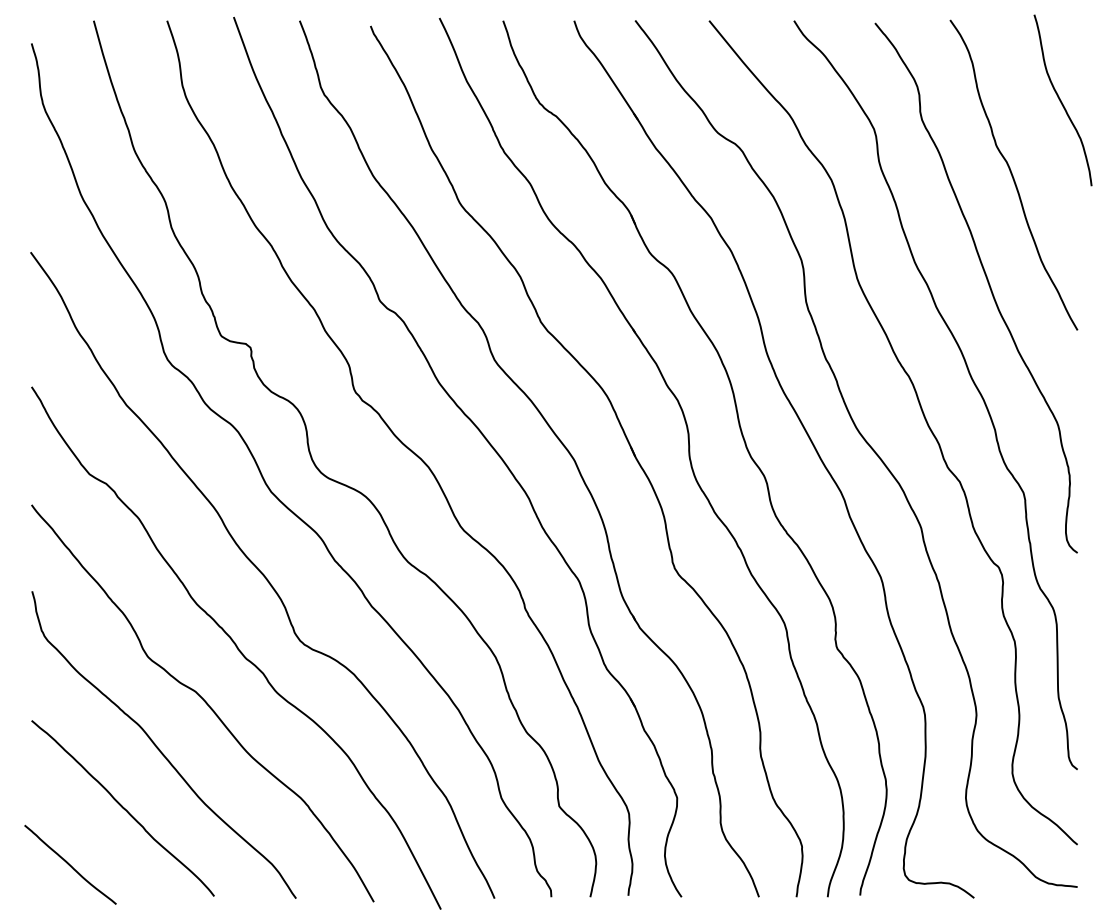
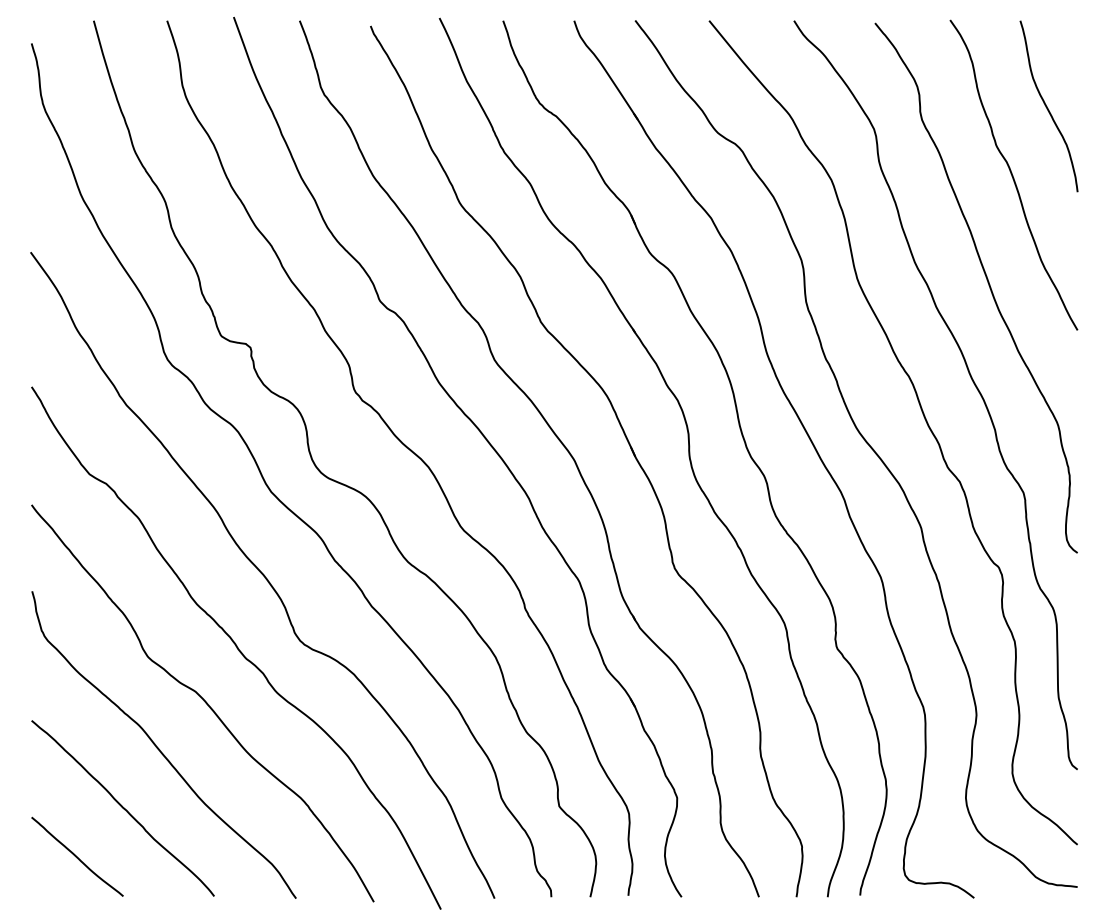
curve at (1061, 100) position: (1061, 100) -> (1047, 106)
curve at (70, 864) position: (70, 864) -> (77, 856)
